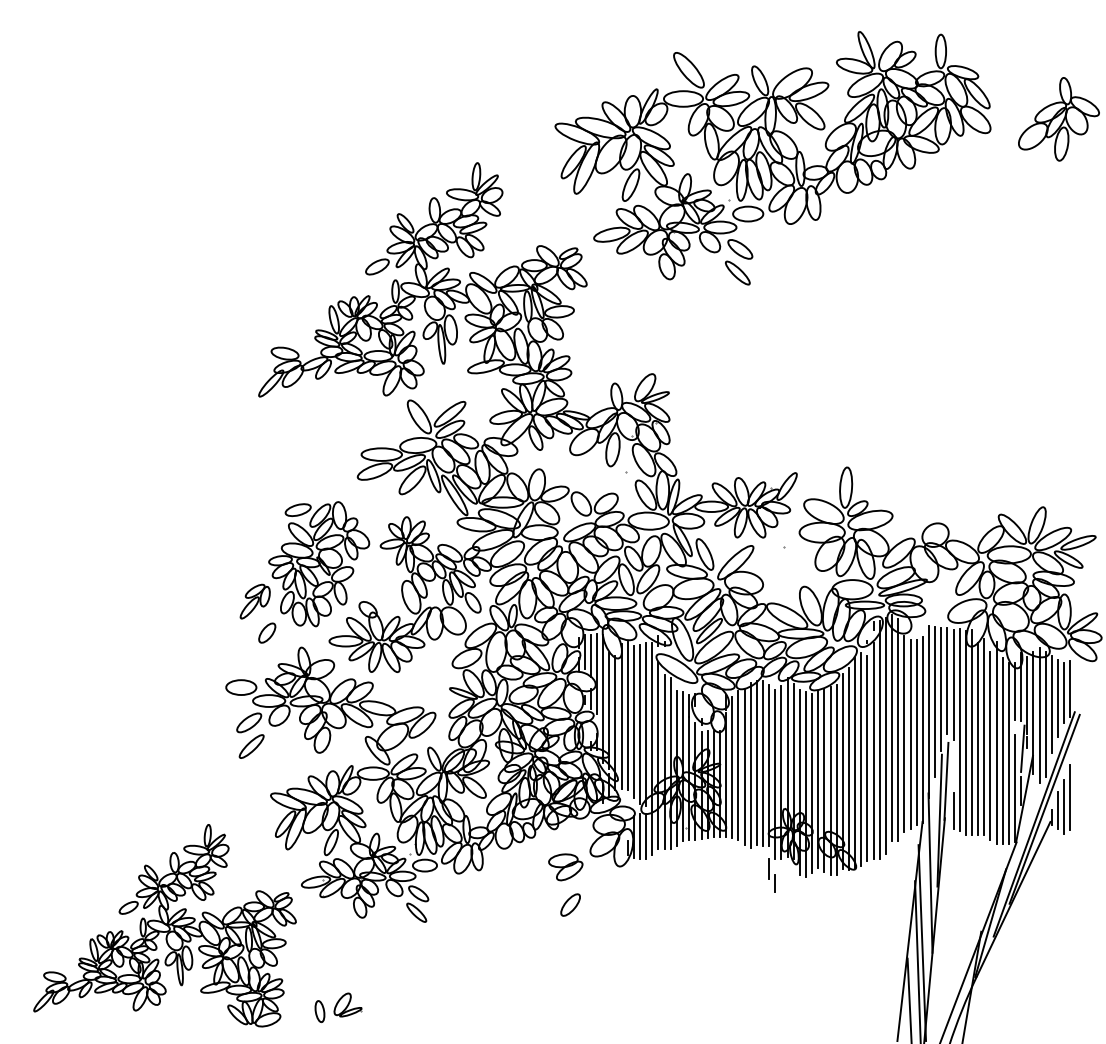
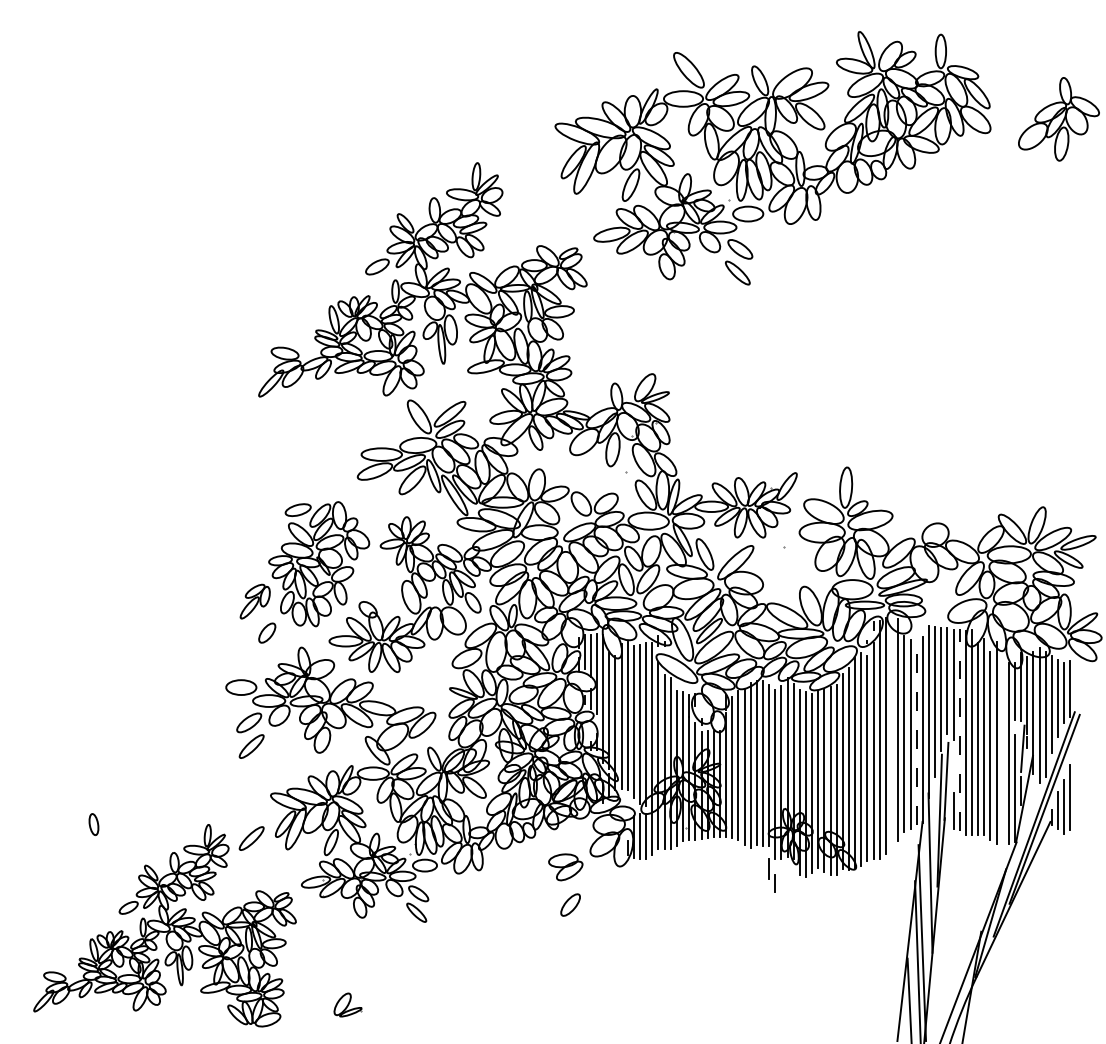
line at (892, 728): present -> none
line at (959, 729): solid -> dashed
line at (916, 732): solid -> dashed
line at (1002, 751): present -> none
part at (251, 838): none -> present
part at (319, 1011) position: (319, 1011) -> (93, 824)
